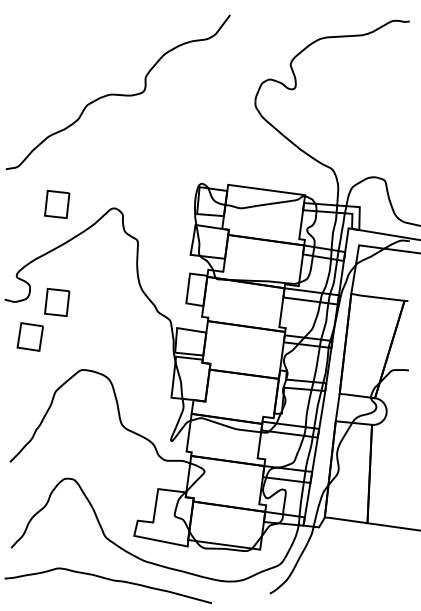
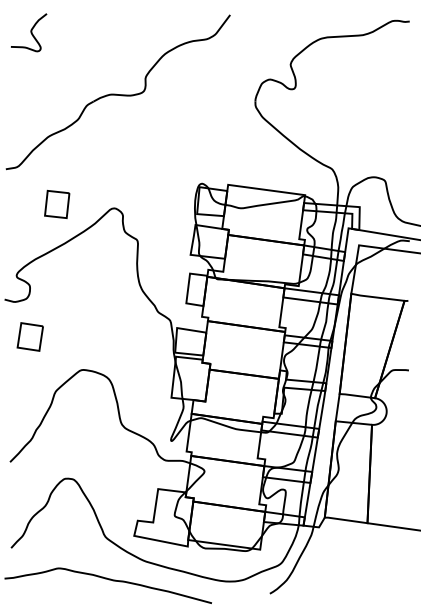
curve at (30, 32): none -> present
part at (57, 301): present -> none
